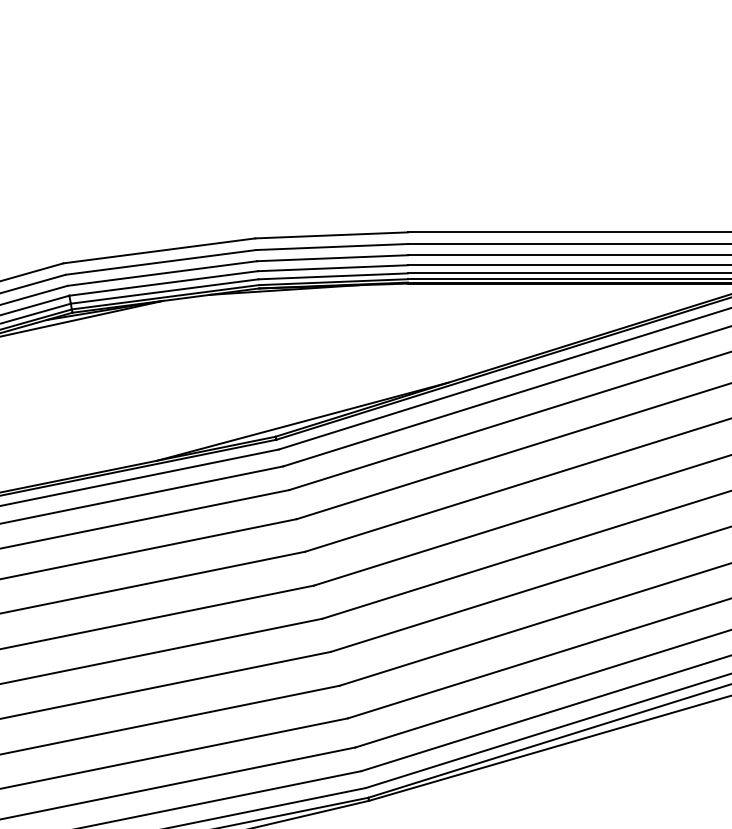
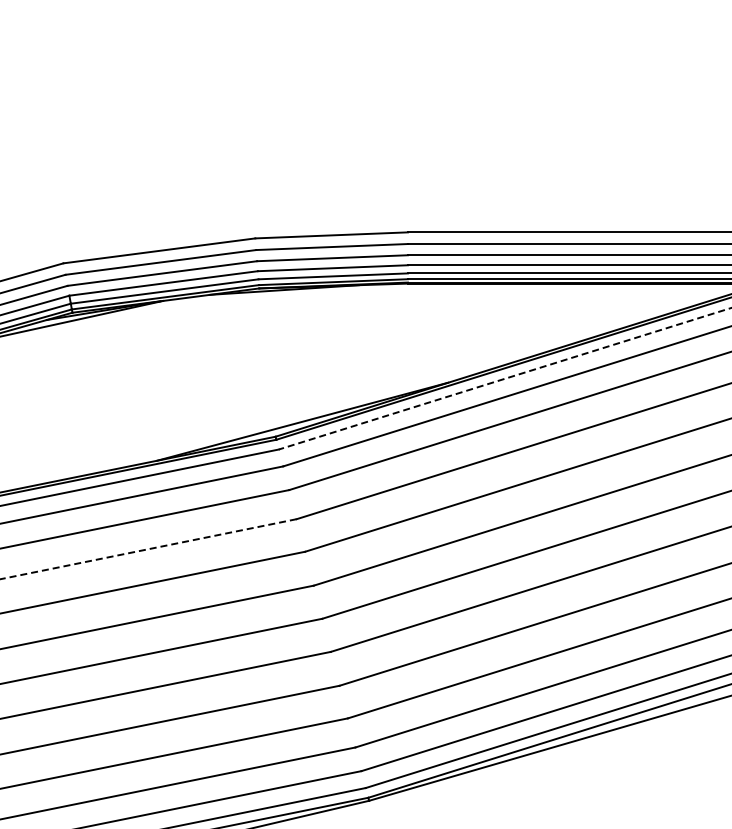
line at (504, 378): solid -> dashed
line at (147, 549): solid -> dashed
